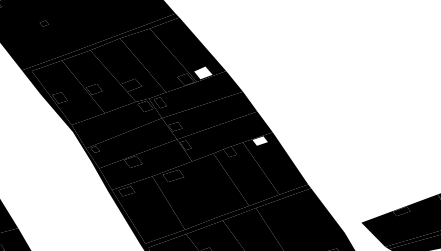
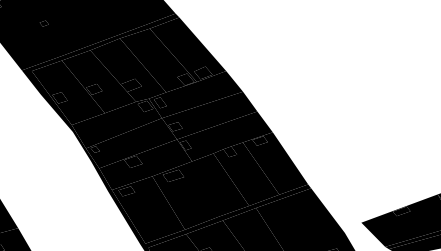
fill at (203, 72): none -> present
fill at (259, 140): none -> present
